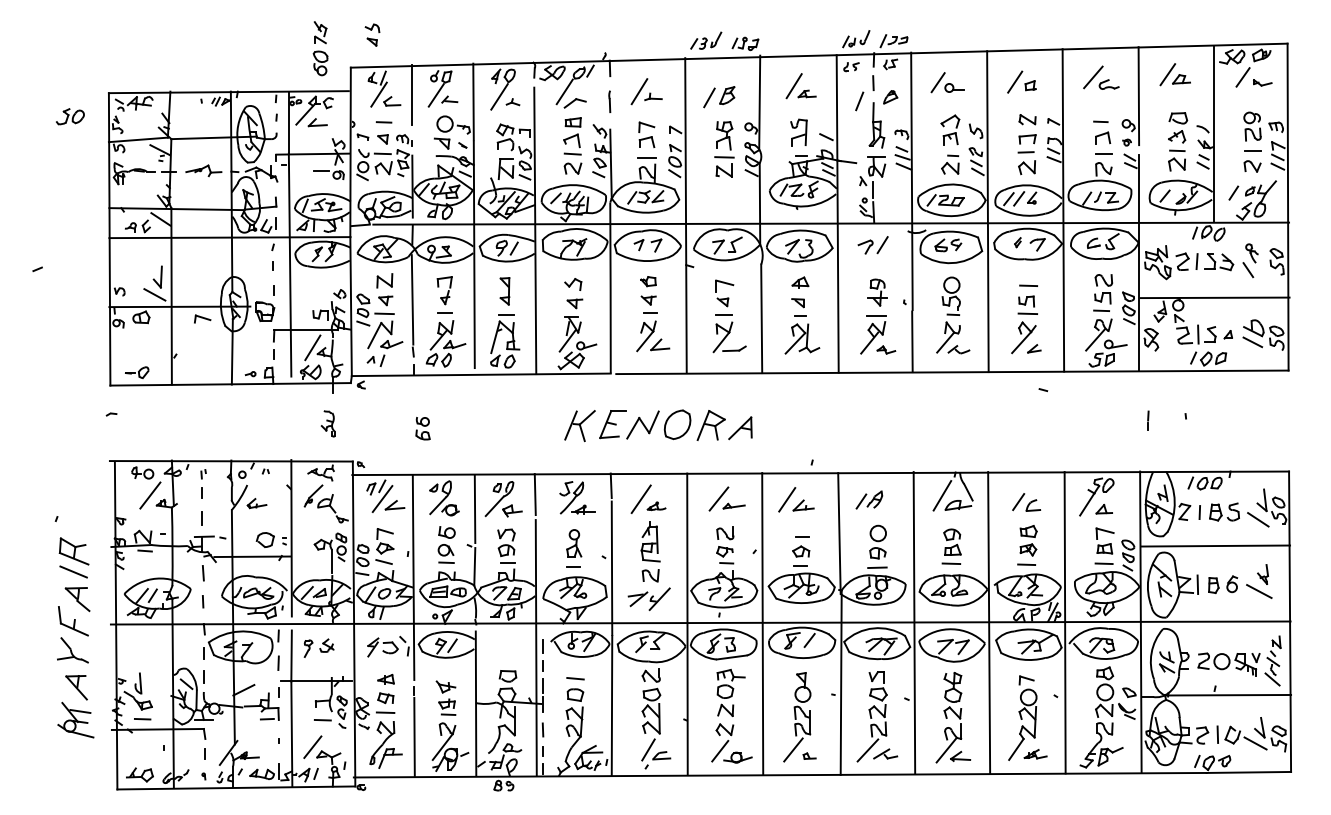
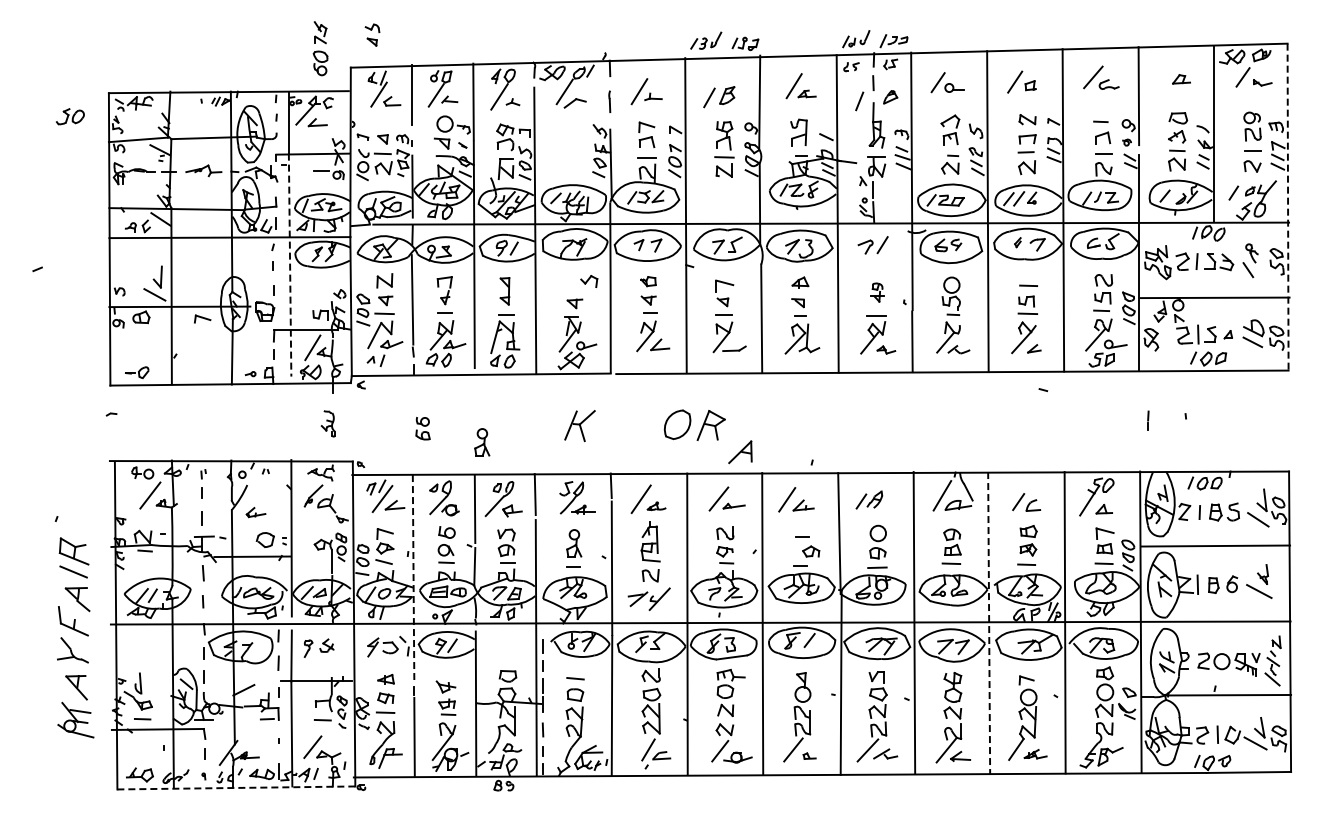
line at (1167, 74): present -> none
line at (383, 122): present -> none
part at (572, 145): present -> none
line at (1288, 207): solid -> dashed
line at (290, 265): solid -> dashed
part at (573, 284) position: (573, 284) -> (589, 281)
part at (877, 292) size: 21x29 px -> 15x21 px
part at (629, 424): present -> none
part at (740, 428) position: (740, 428) -> (740, 452)
part at (482, 442): none -> present
part at (256, 503) position: (256, 503) -> (255, 512)
part at (801, 551) position: (801, 551) -> (811, 551)
line at (413, 578): solid -> dashed
line at (989, 623): solid -> dashed
line at (236, 787): solid -> dashed
